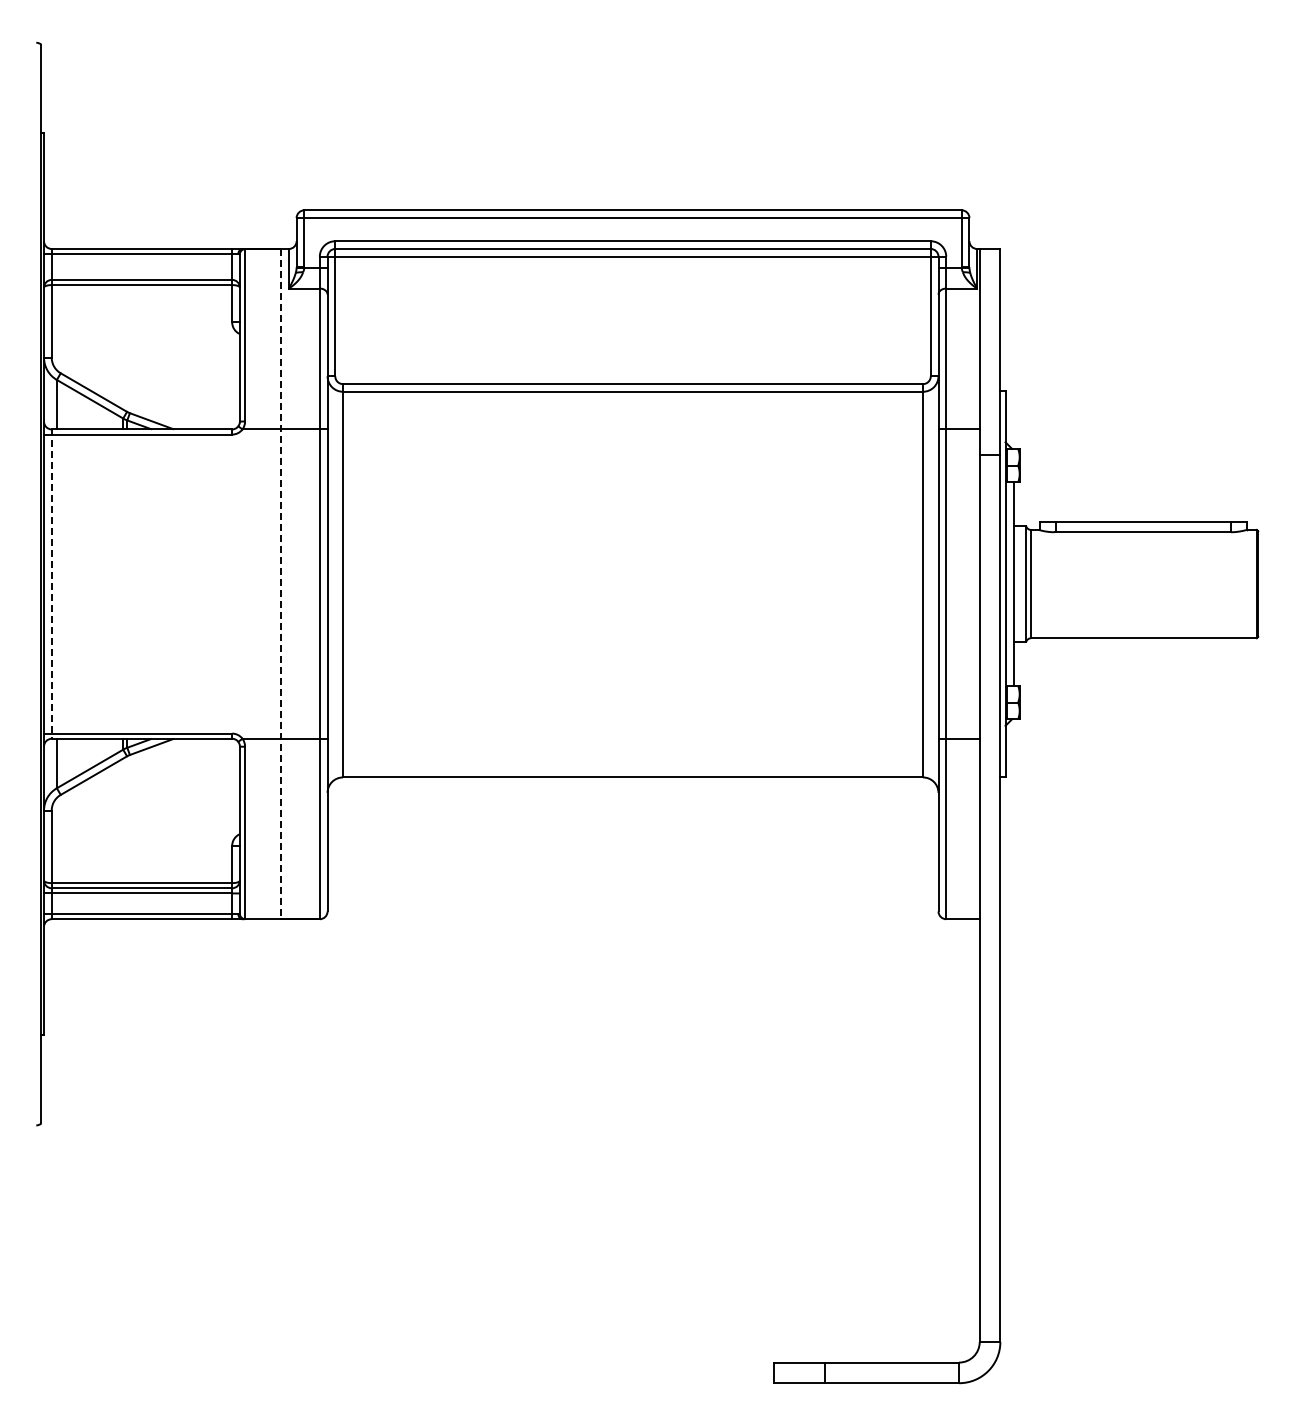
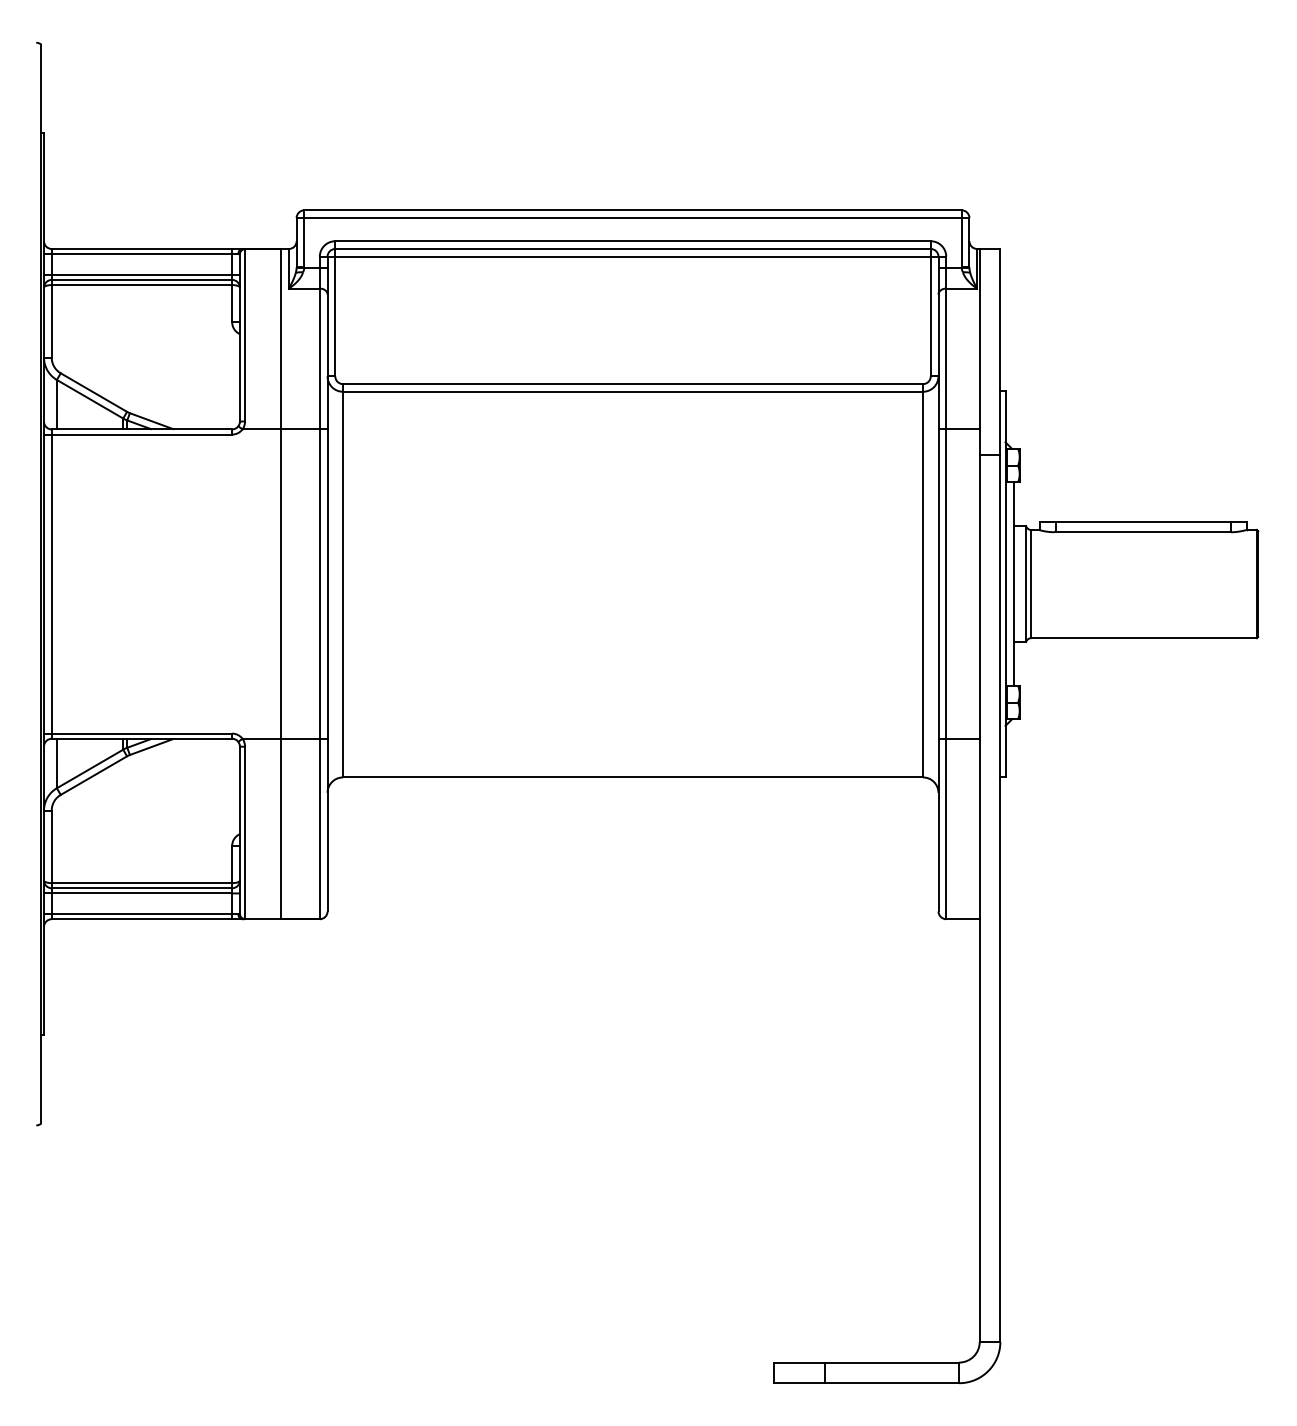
line at (141, 274): none -> present
line at (51, 584): dashed -> solid
line at (281, 584): dashed -> solid
